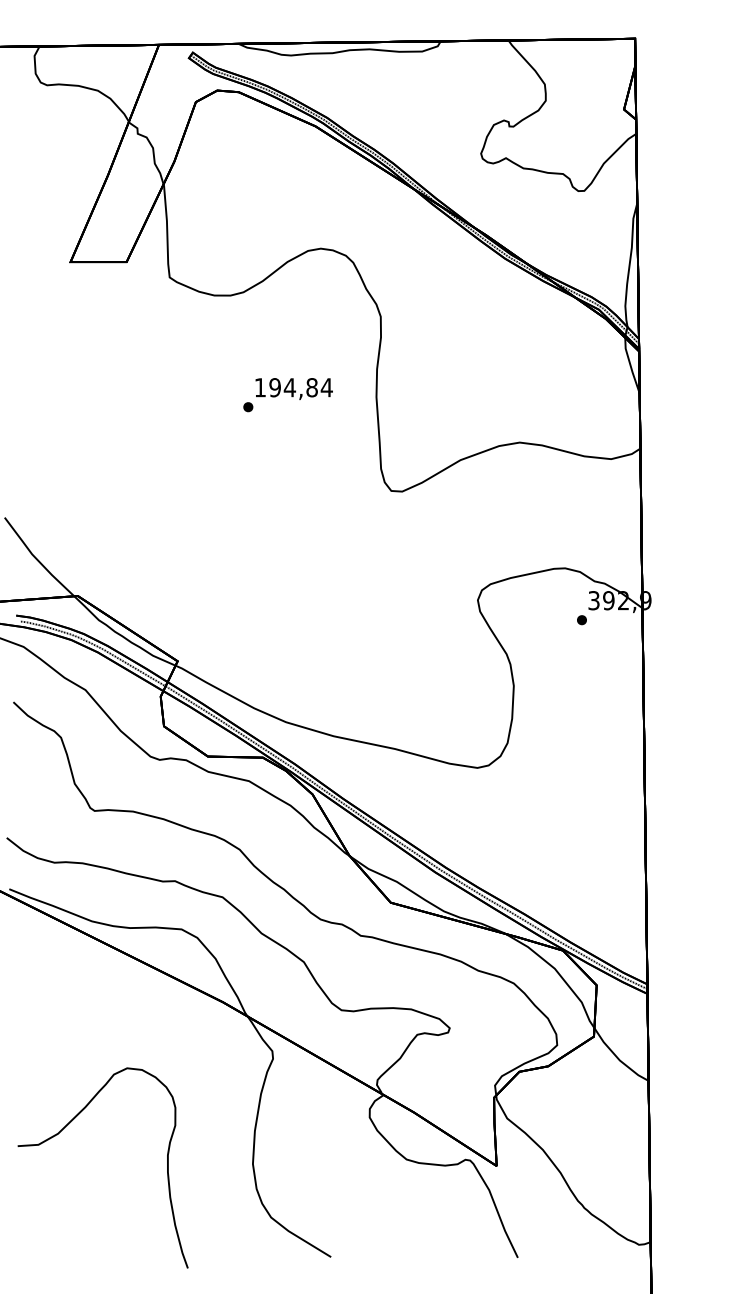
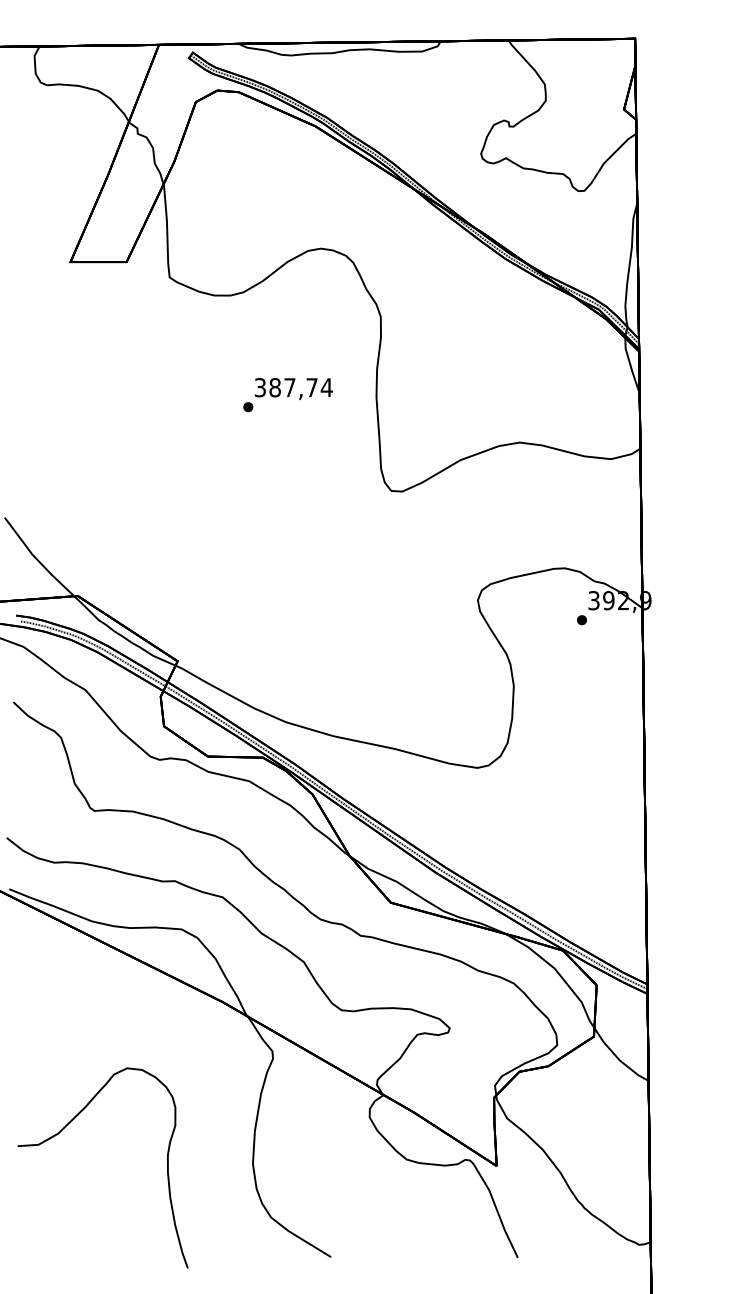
text at (285, 387): 194,84 -> 387,74
